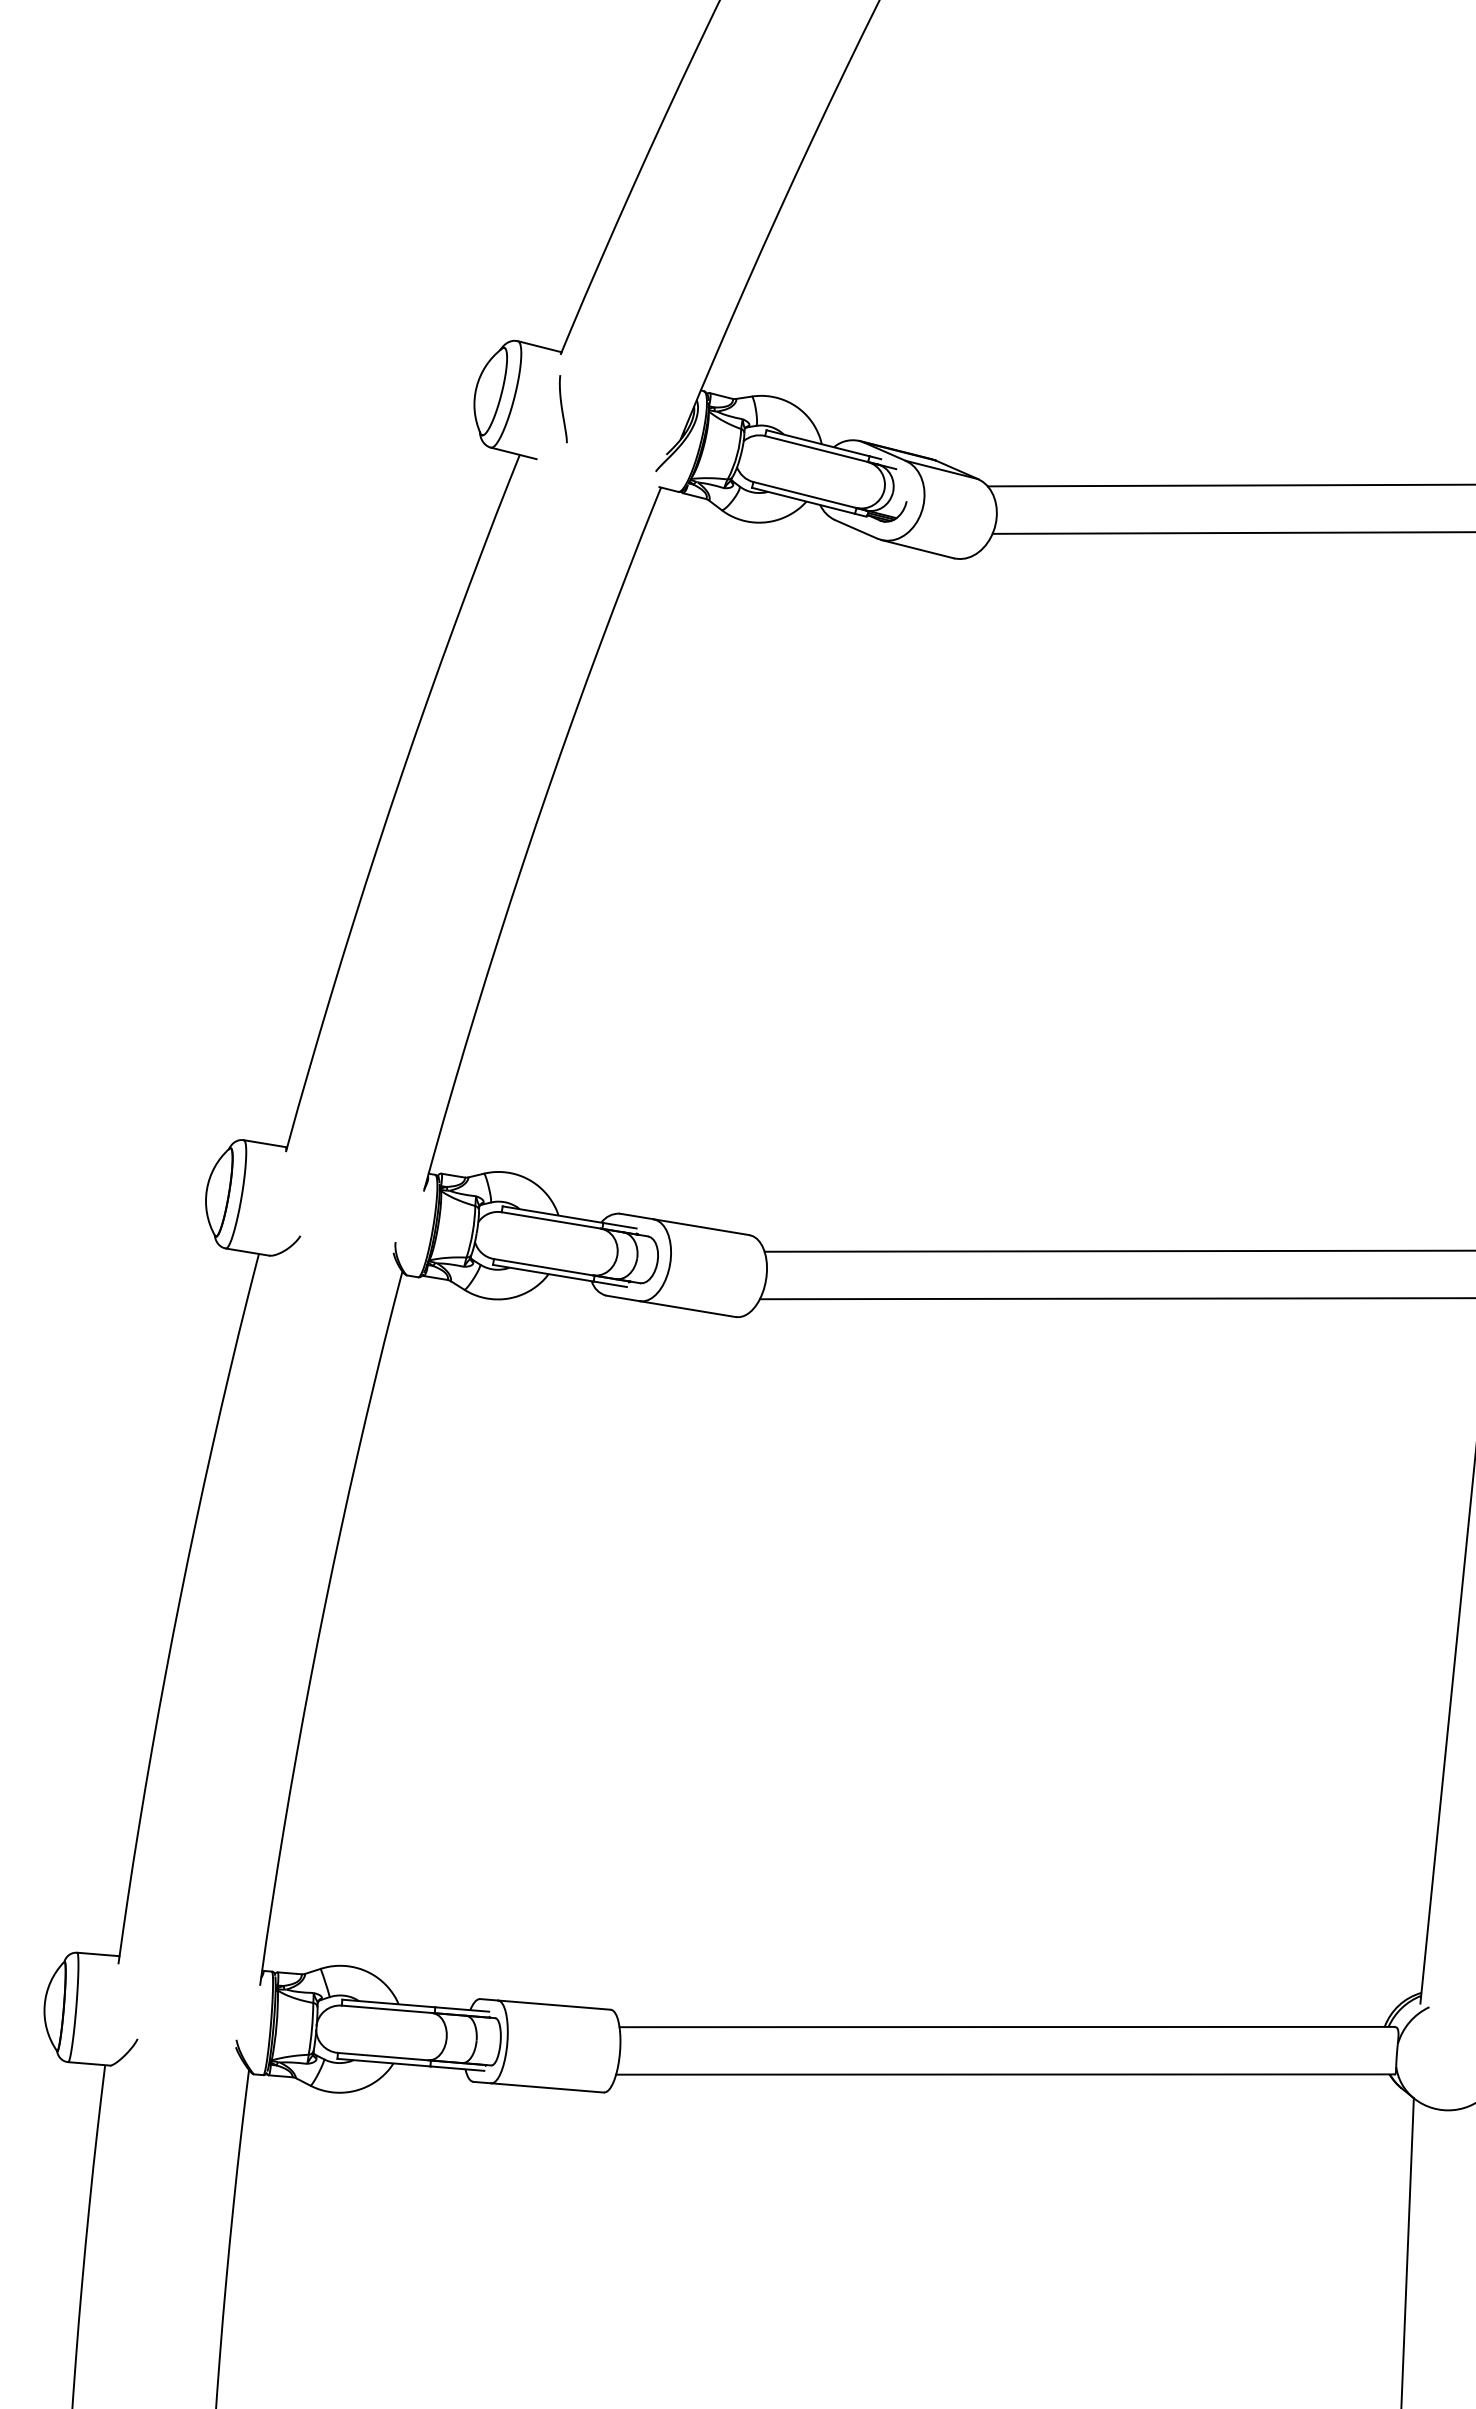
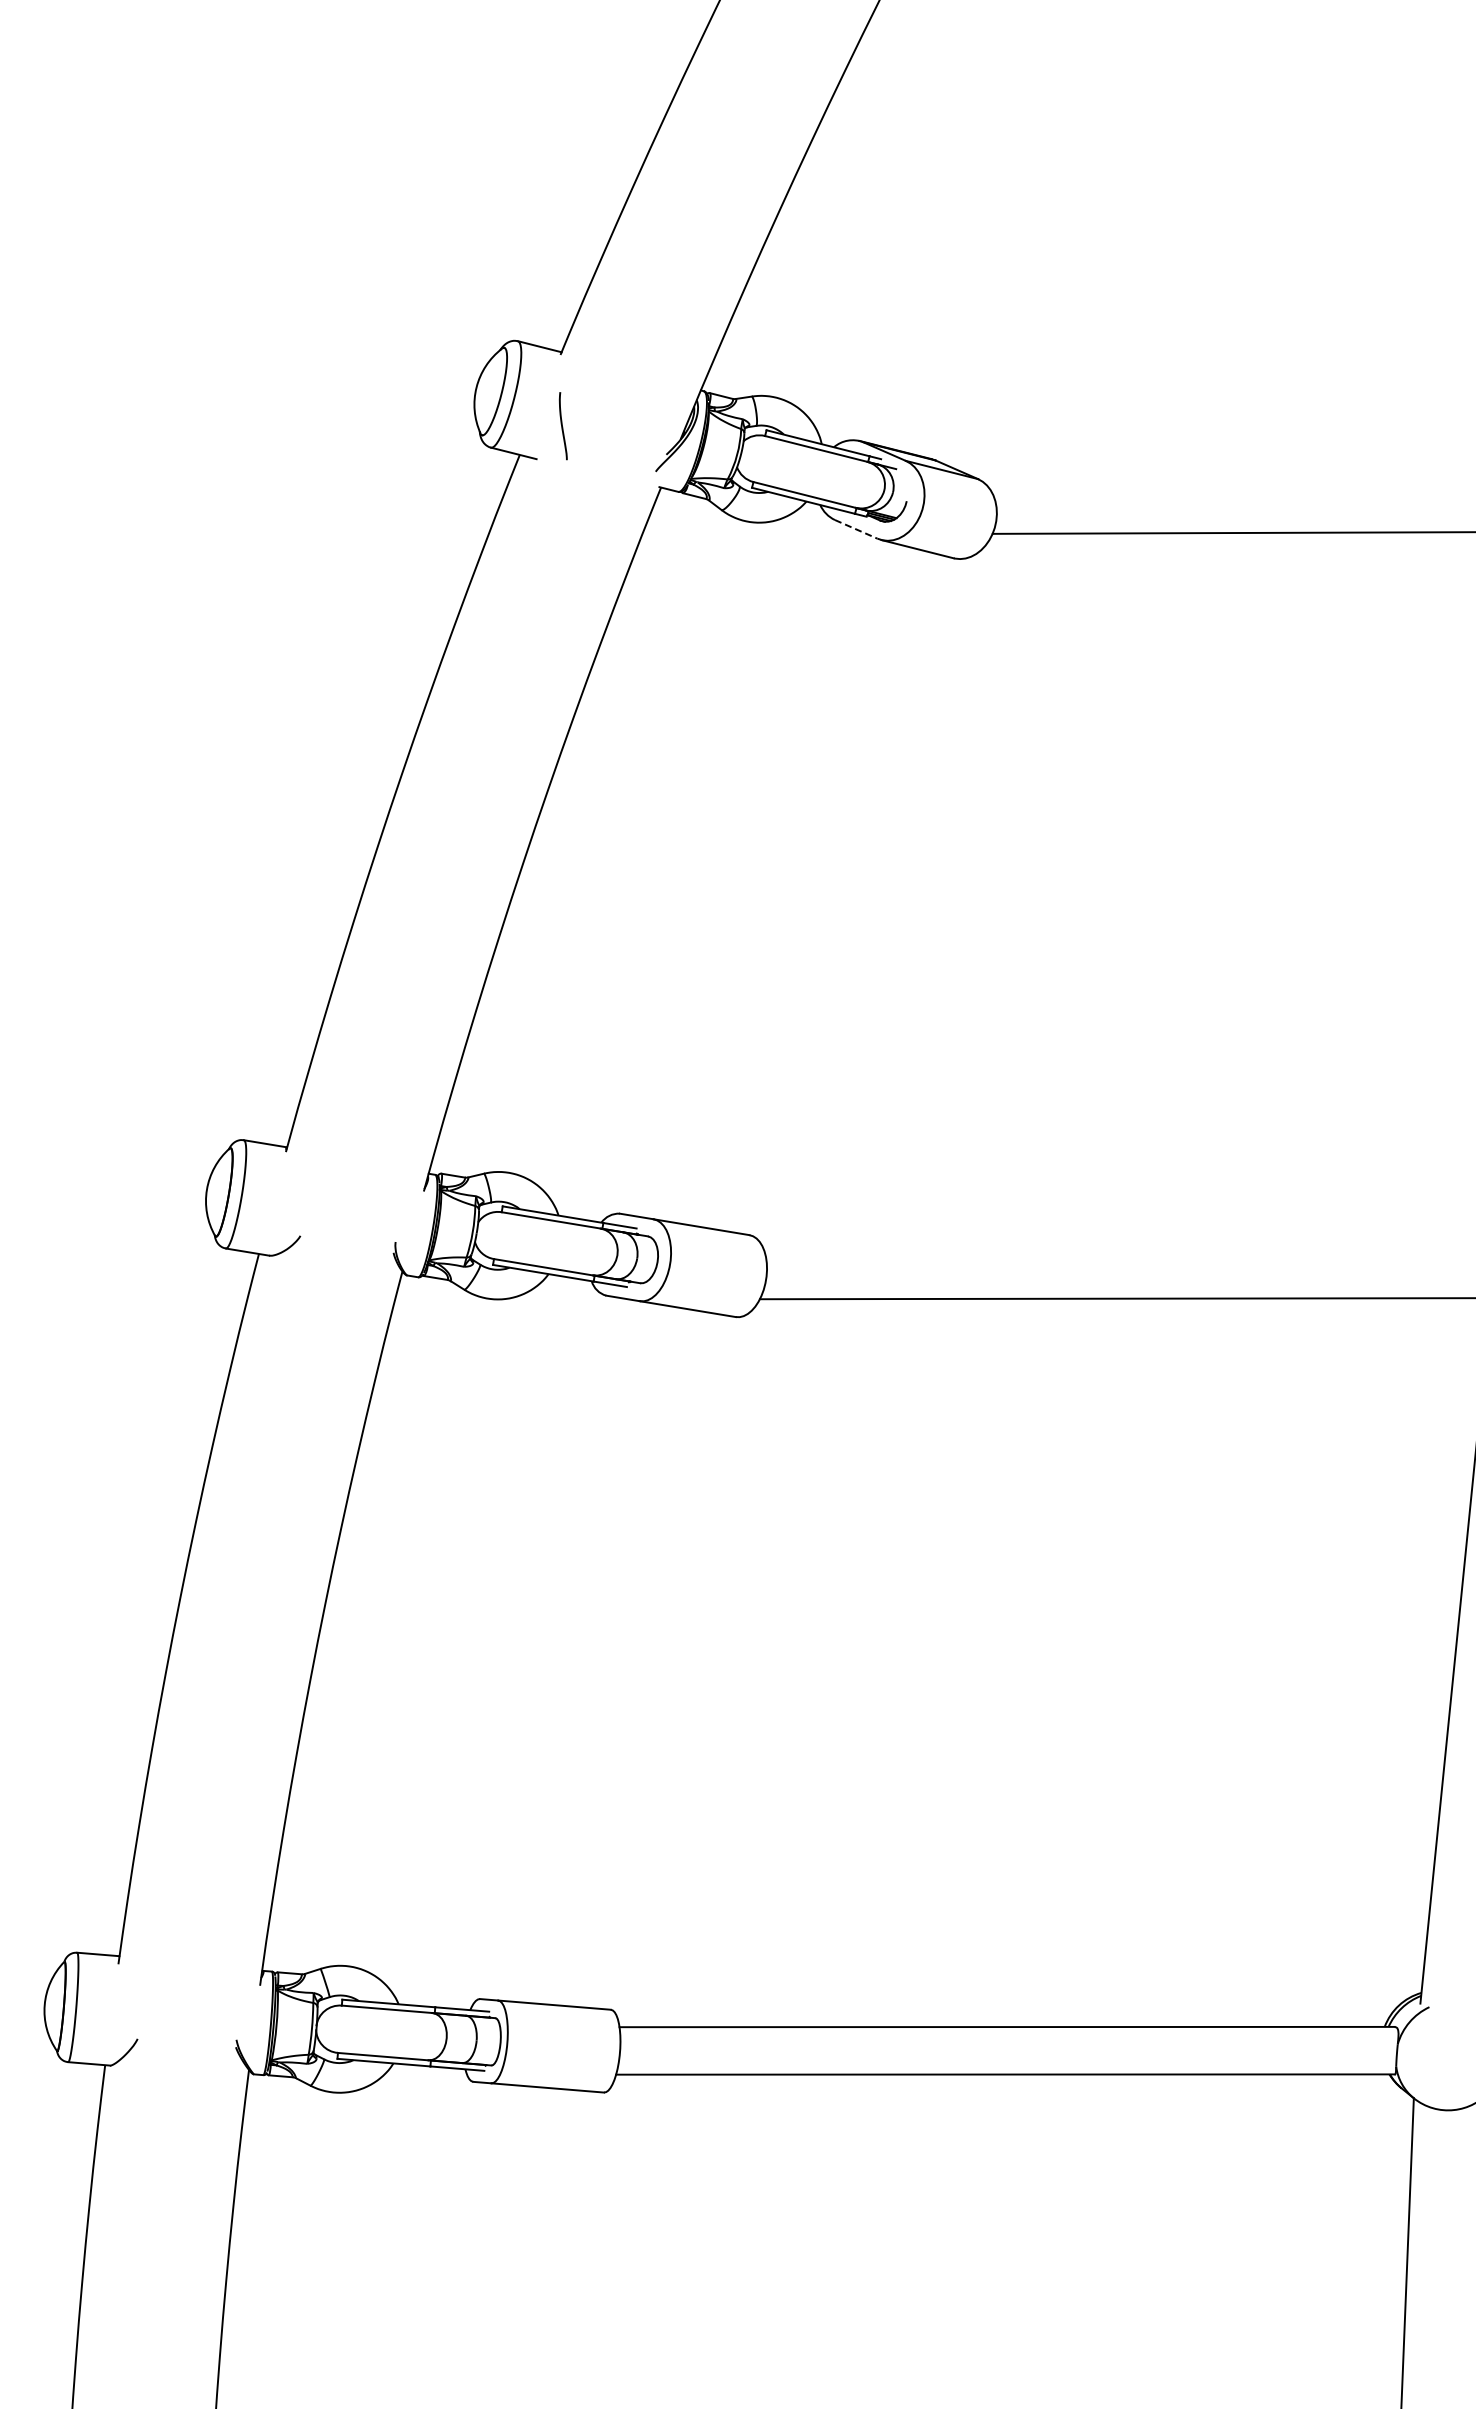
curve at (562, 409) position: (562, 409) -> (562, 426)
line at (1229, 485): present -> none
line at (856, 529): solid -> dashed
line at (1118, 1250): present -> none
